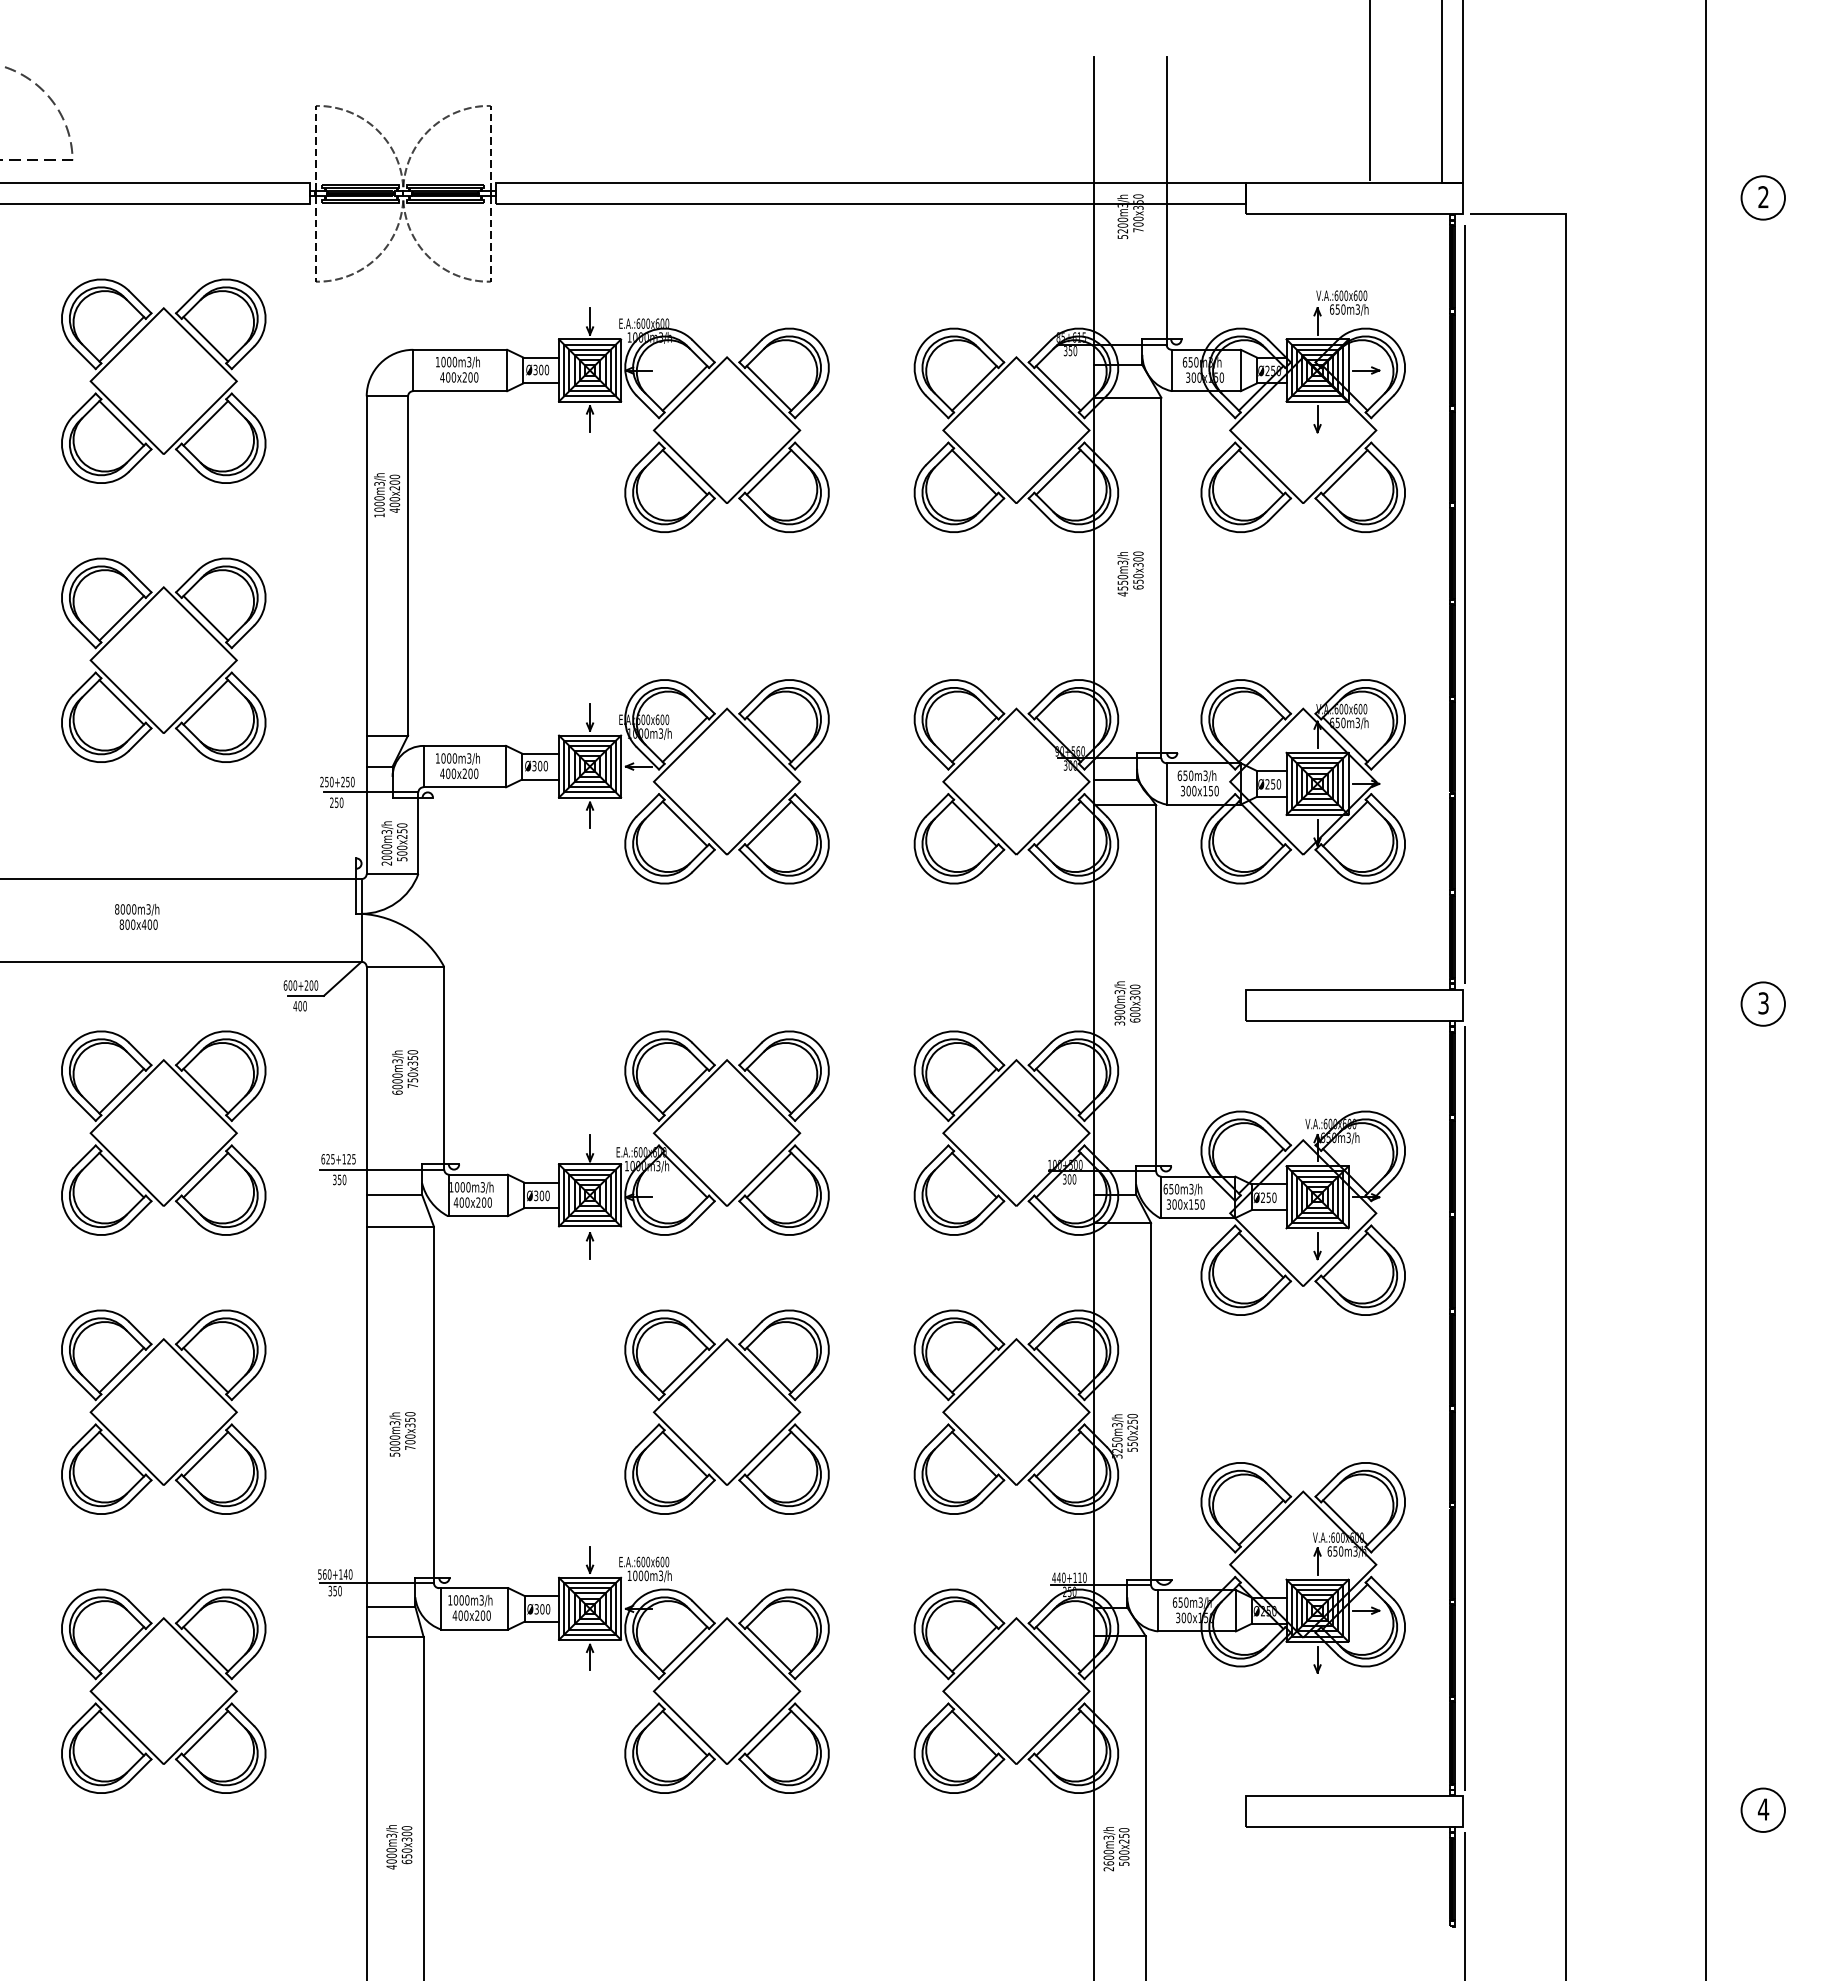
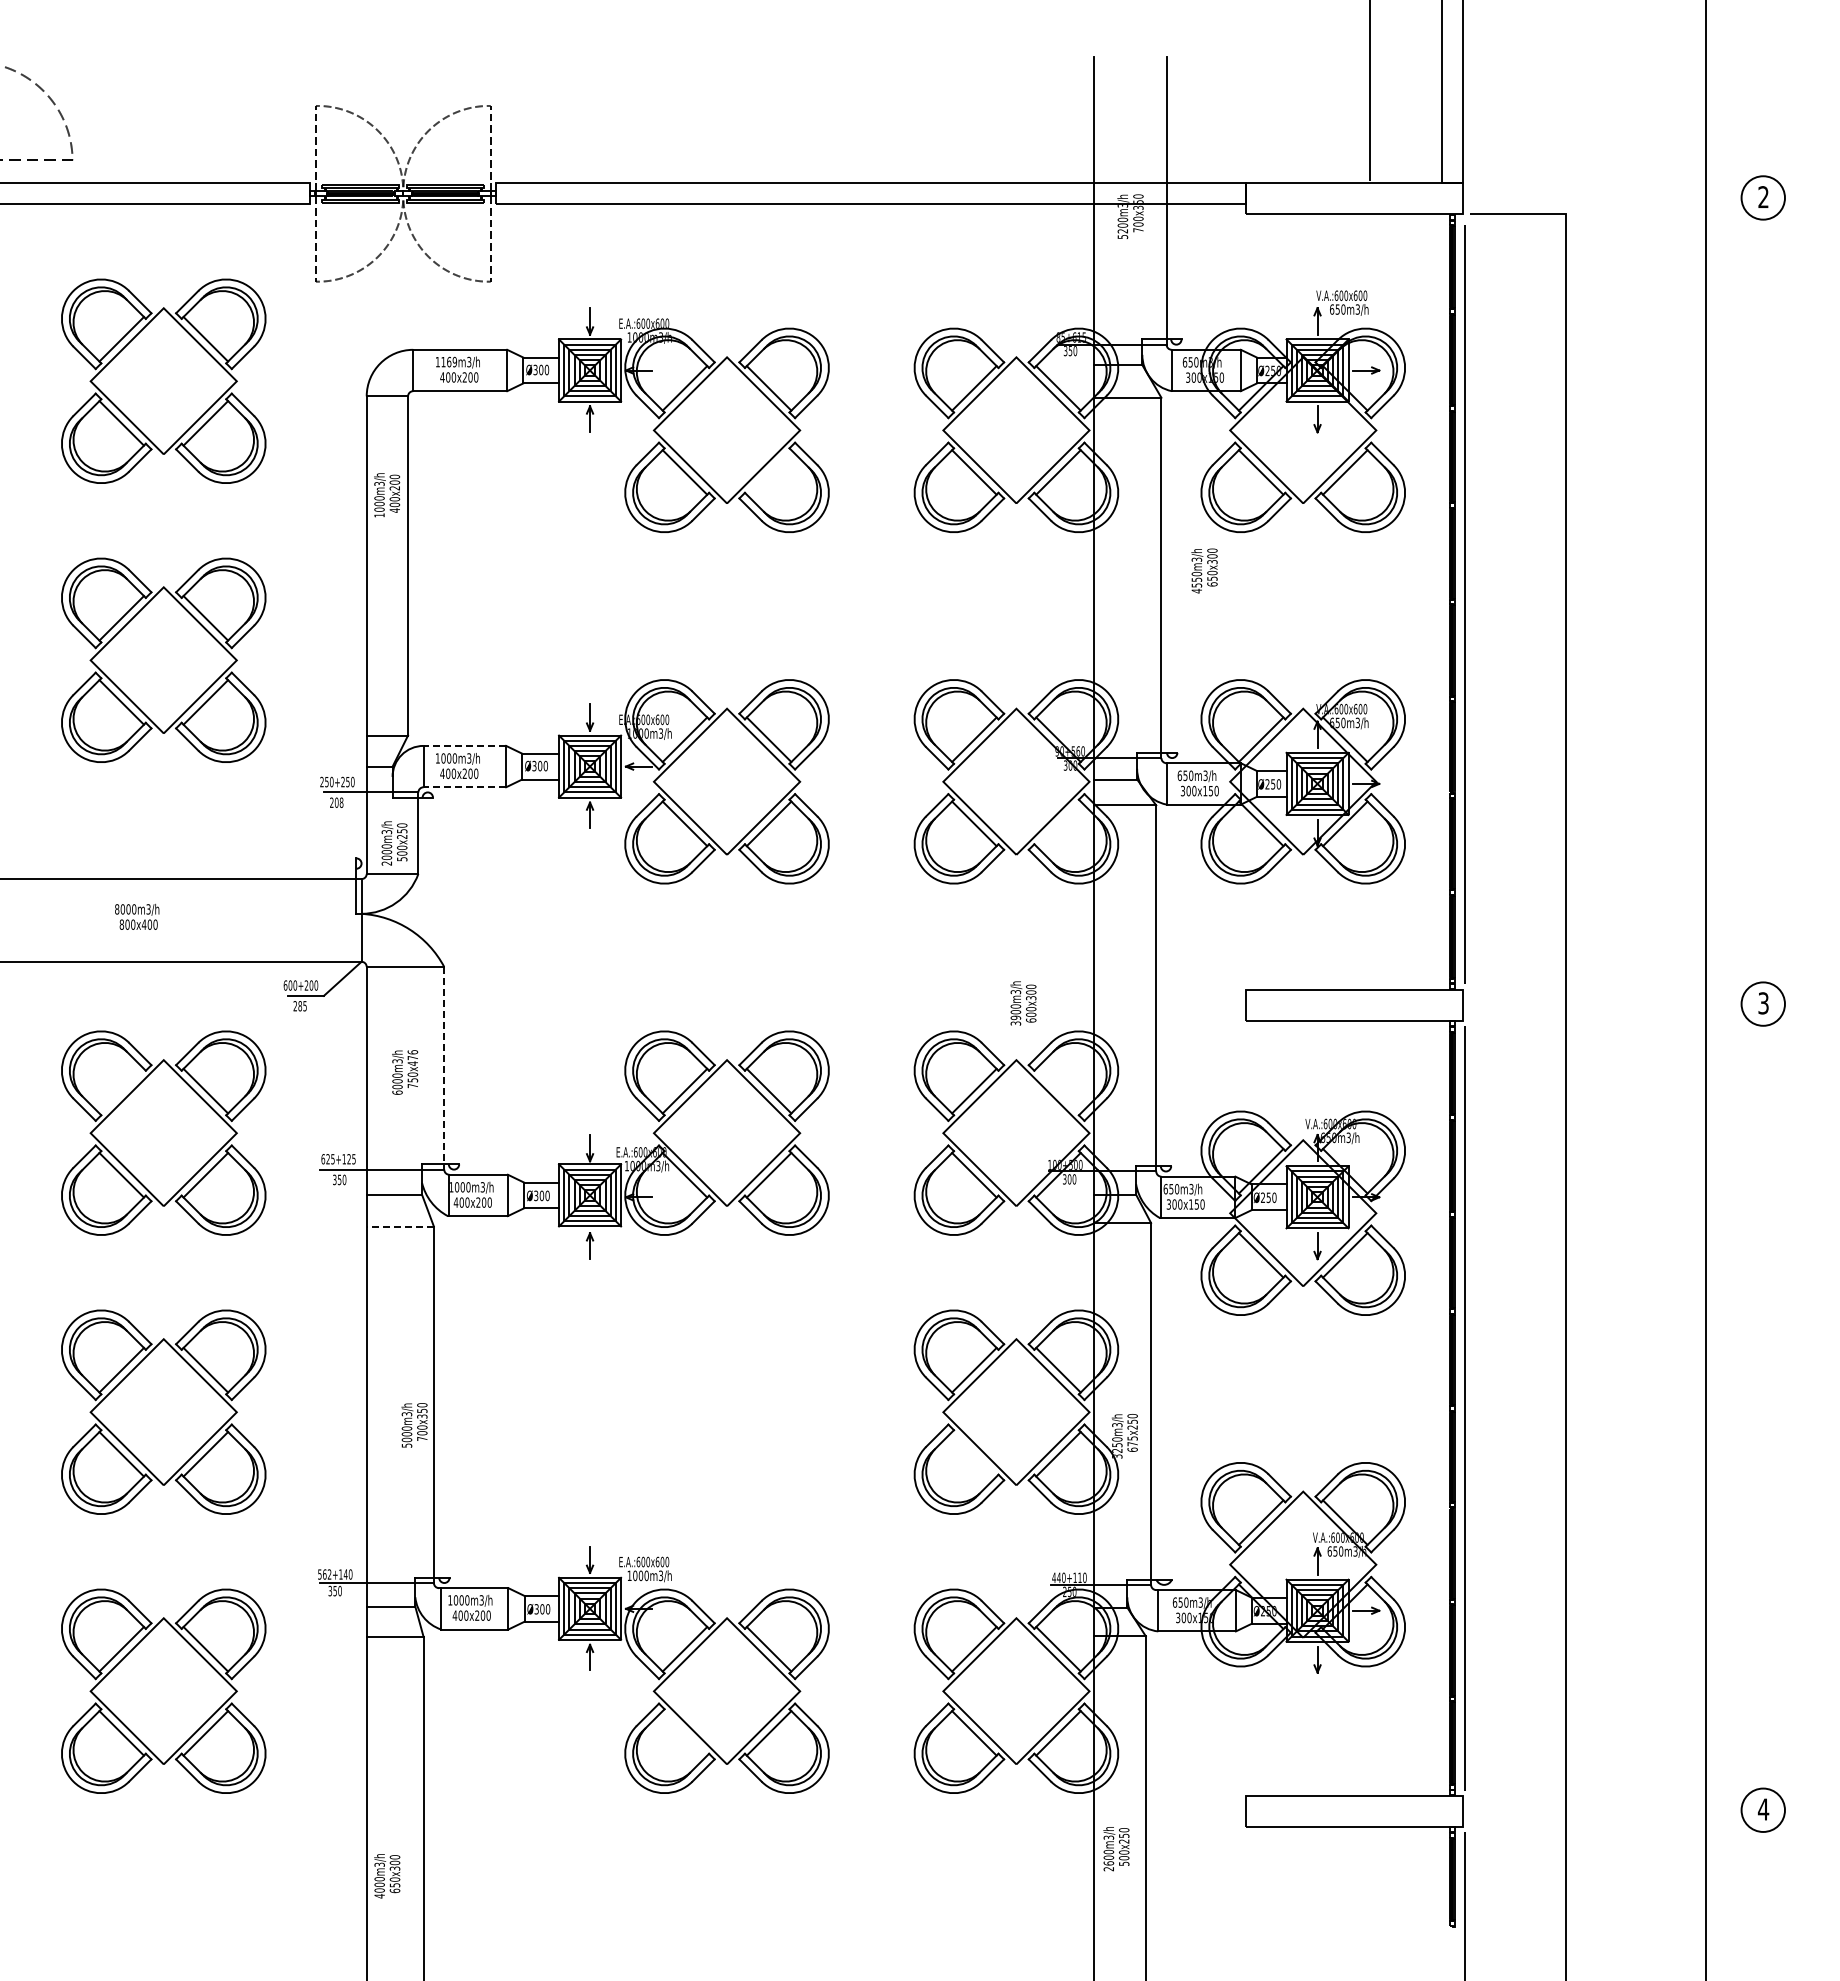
text at (448, 361): 1000m3/h -> 1169m3/h
line at (768, 472): present -> none
text at (1130, 573) position: (1130, 573) -> (1204, 570)
line at (464, 745): solid -> dashed
line at (464, 787): solid -> dashed
text at (338, 802): 250 -> 208
line at (1058, 823): present -> none
text at (1127, 1003) position: (1127, 1003) -> (1023, 1003)
text at (299, 1006): 400 -> 285
text at (412, 1057): 750x350 -> 750x476
line at (444, 1068): solid -> dashed
line at (121, 1090): present -> none
line at (1058, 1090): present -> none
line at (400, 1226): solid -> dashed
part at (726, 1411): present -> none
text at (402, 1434) position: (402, 1434) -> (414, 1425)
text at (1132, 1443): 550x250 -> 675x250
line at (974, 1454): present -> none
text at (329, 1574): 560+140 -> 562+140
line at (684, 1733): present -> none
text at (399, 1847) position: (399, 1847) -> (387, 1876)
